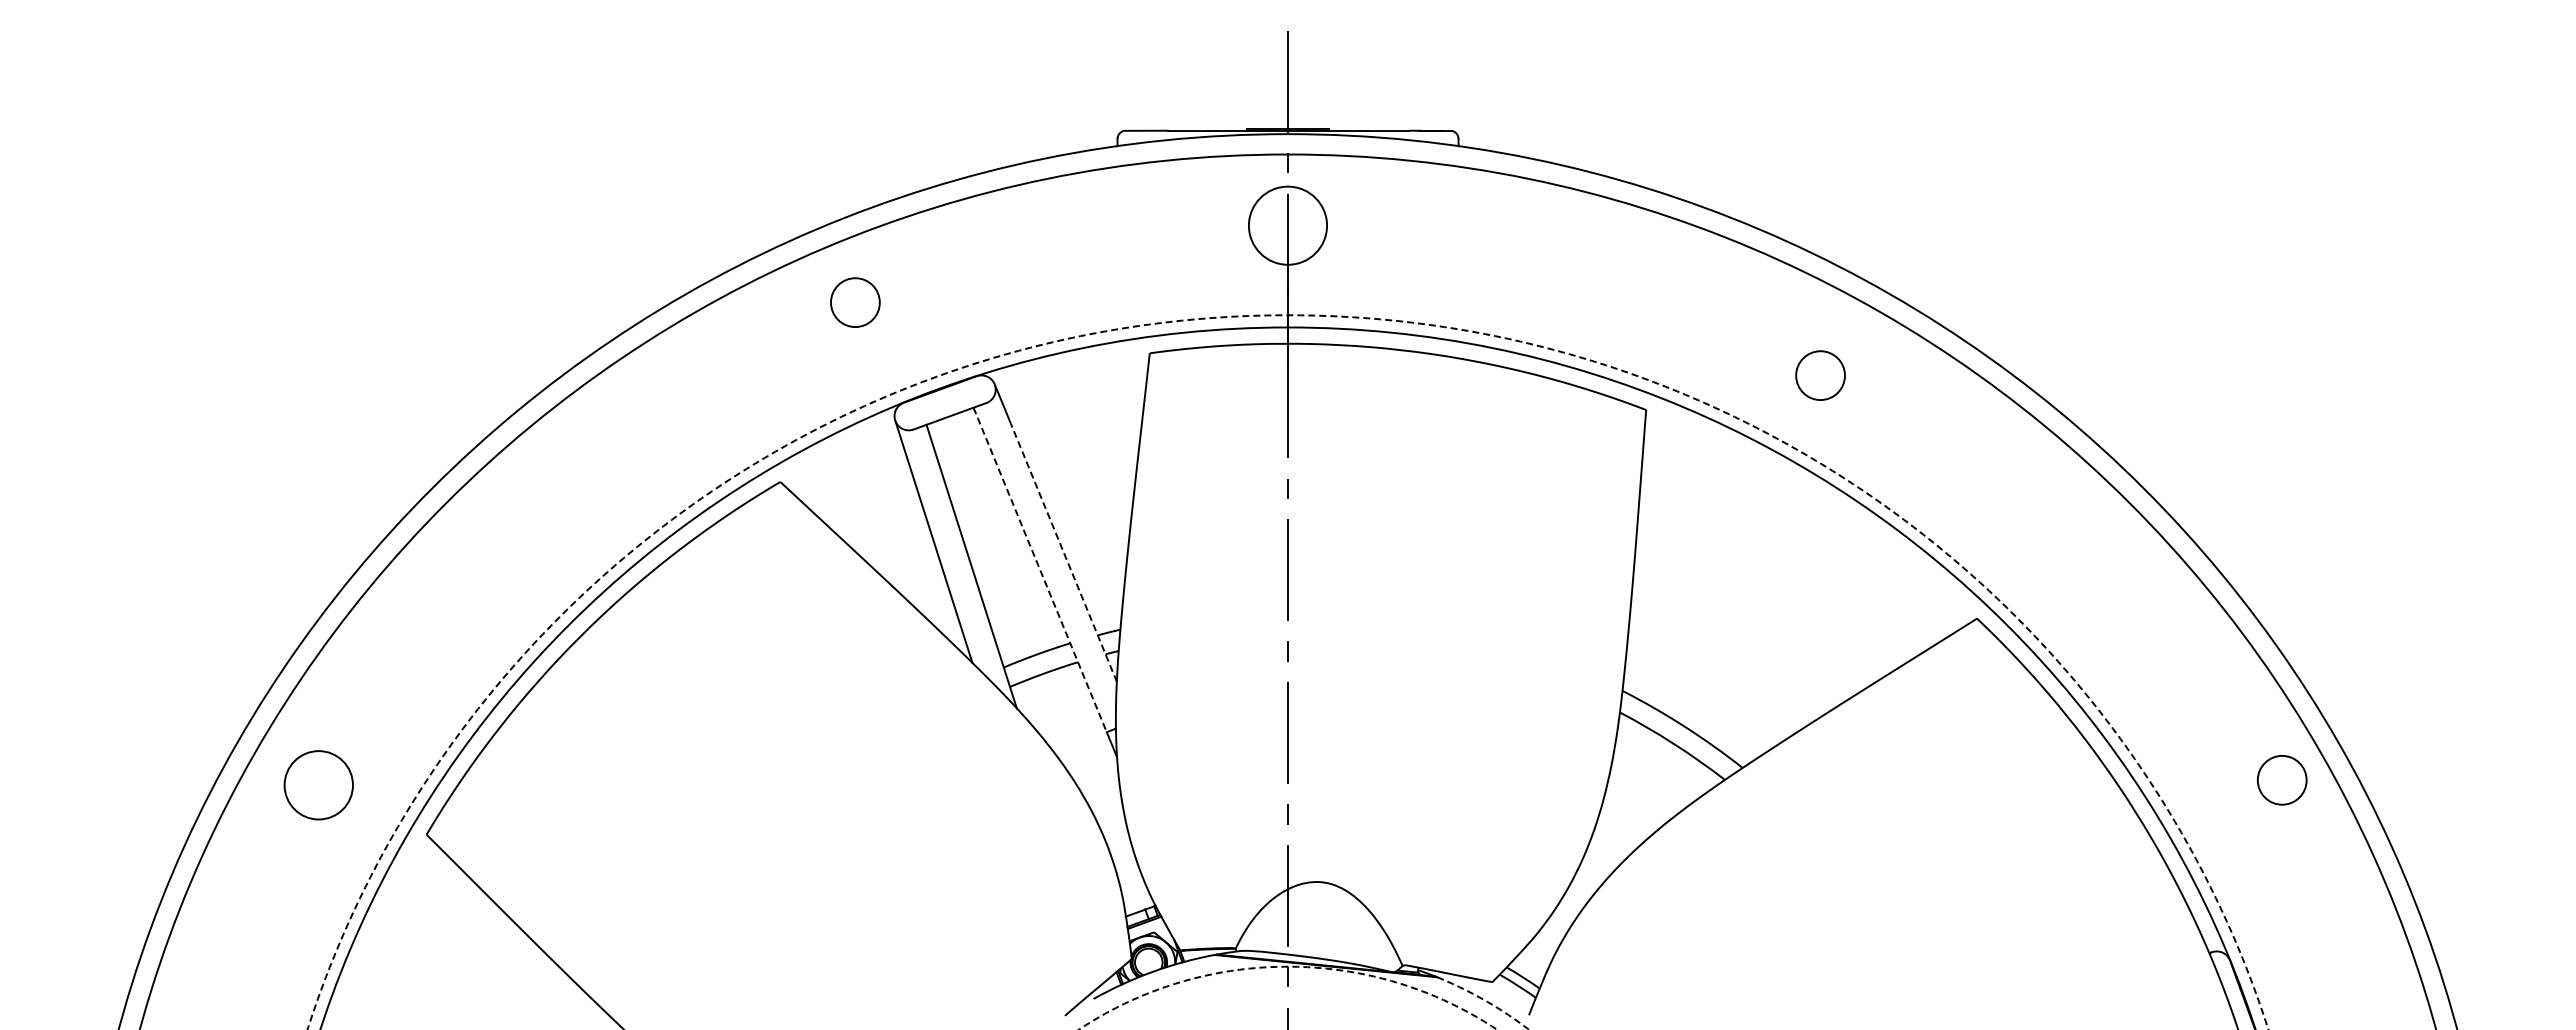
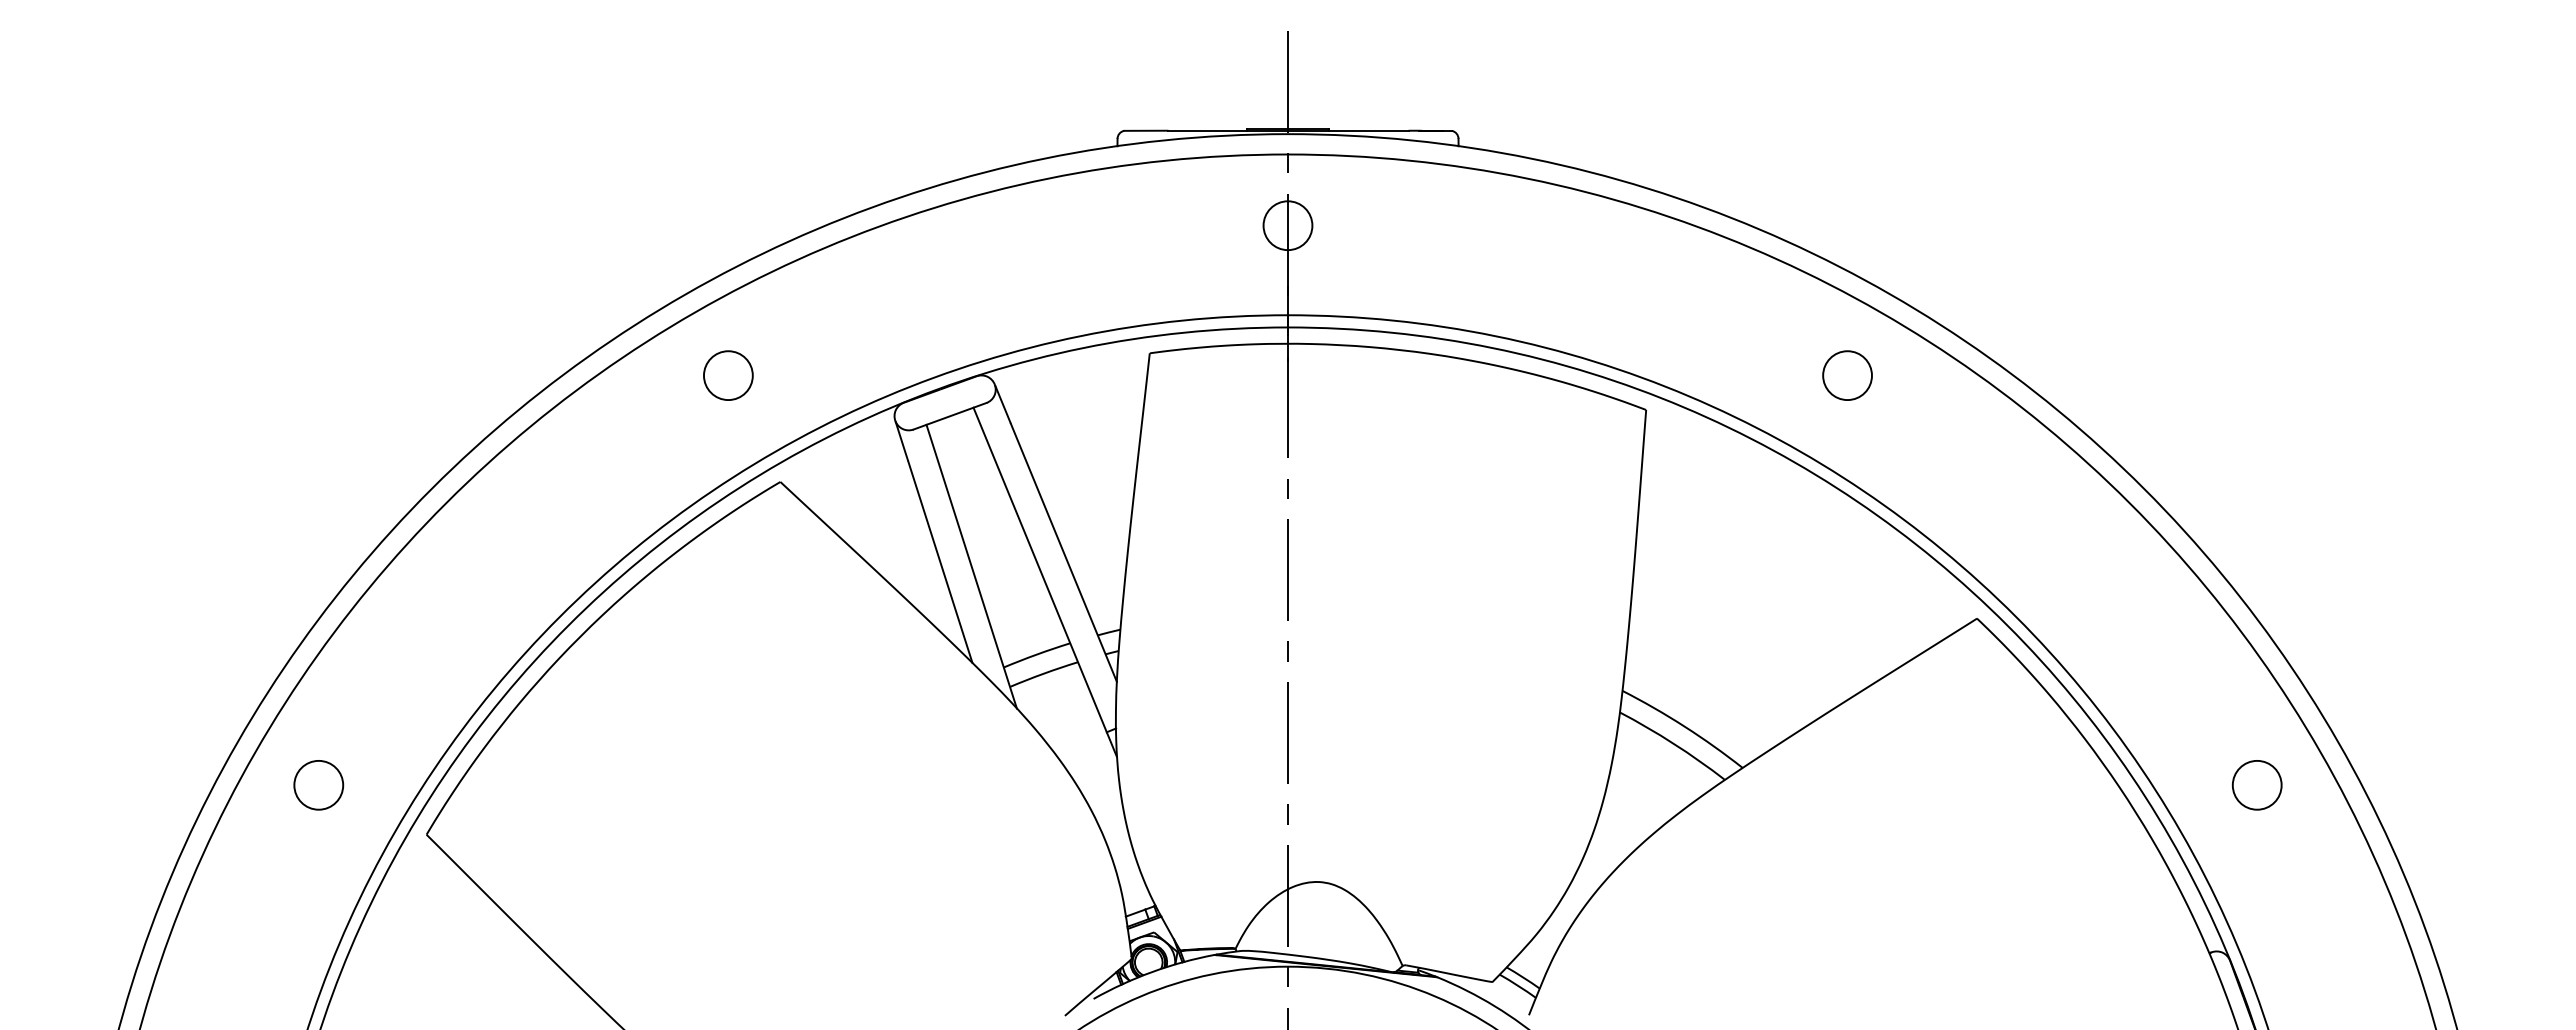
circle at (1287, 225) diameter: 78 px -> 49 px
circle at (855, 302) position: (855, 302) -> (728, 375)
circle at (1820, 375) position: (1820, 375) -> (1847, 375)
line at (1063, 552): dashed -> solid
line at (1040, 570): dashed -> solid
circle at (1287, 672): dashed -> solid
circle at (2281, 780) position: (2281, 780) -> (2256, 785)
circle at (318, 785) diameter: 68 px -> 49 px
circle at (1287, 997): dashed -> solid
arc at (1485, 1000): dashed -> solid
